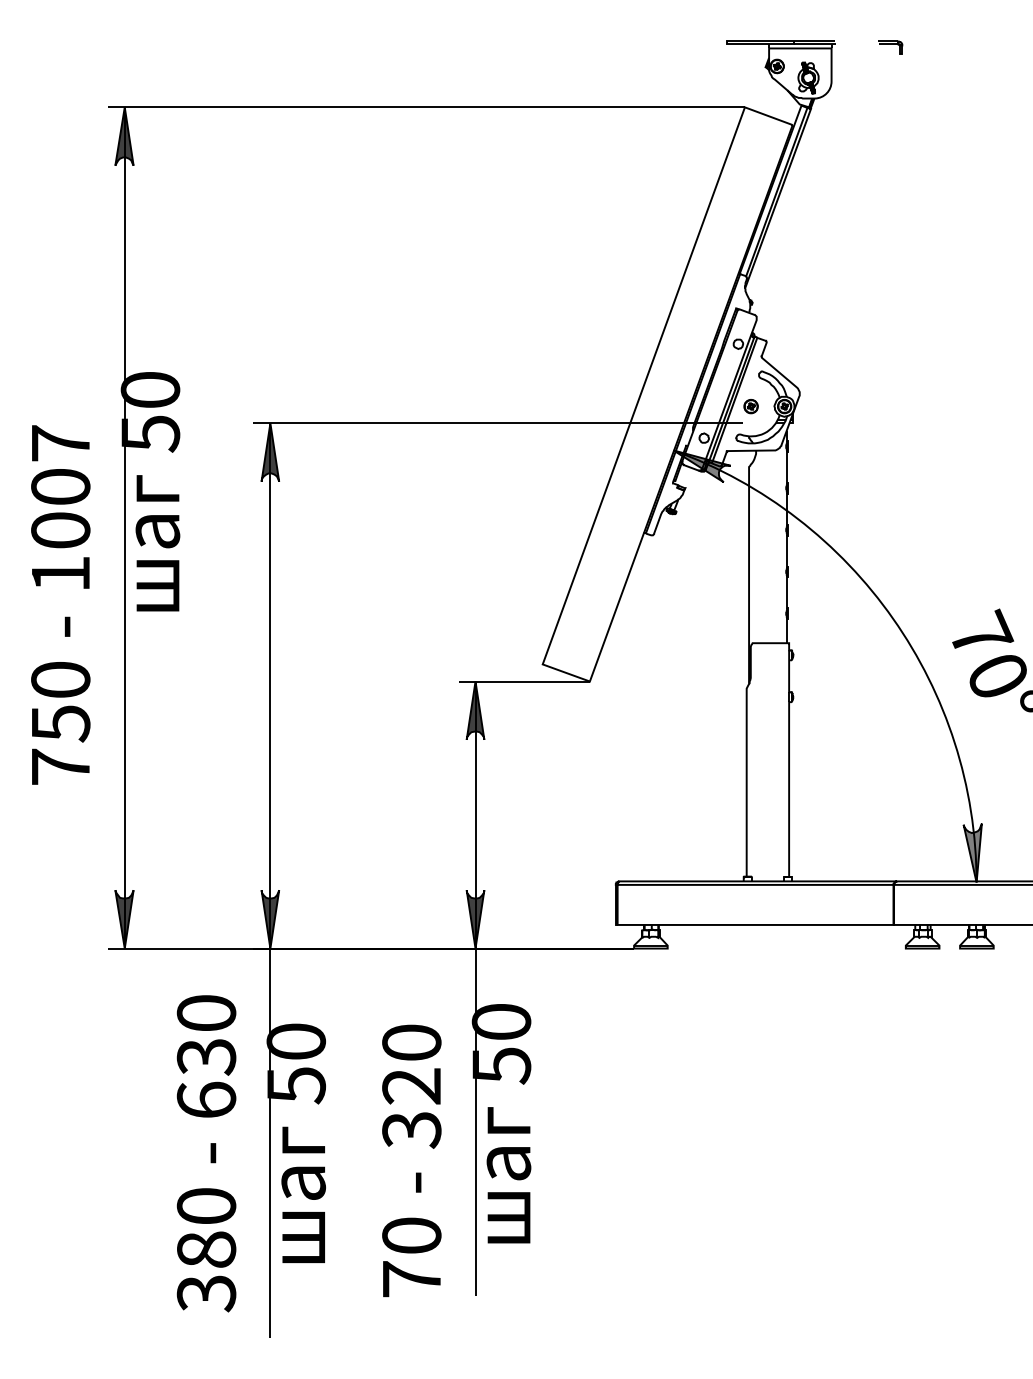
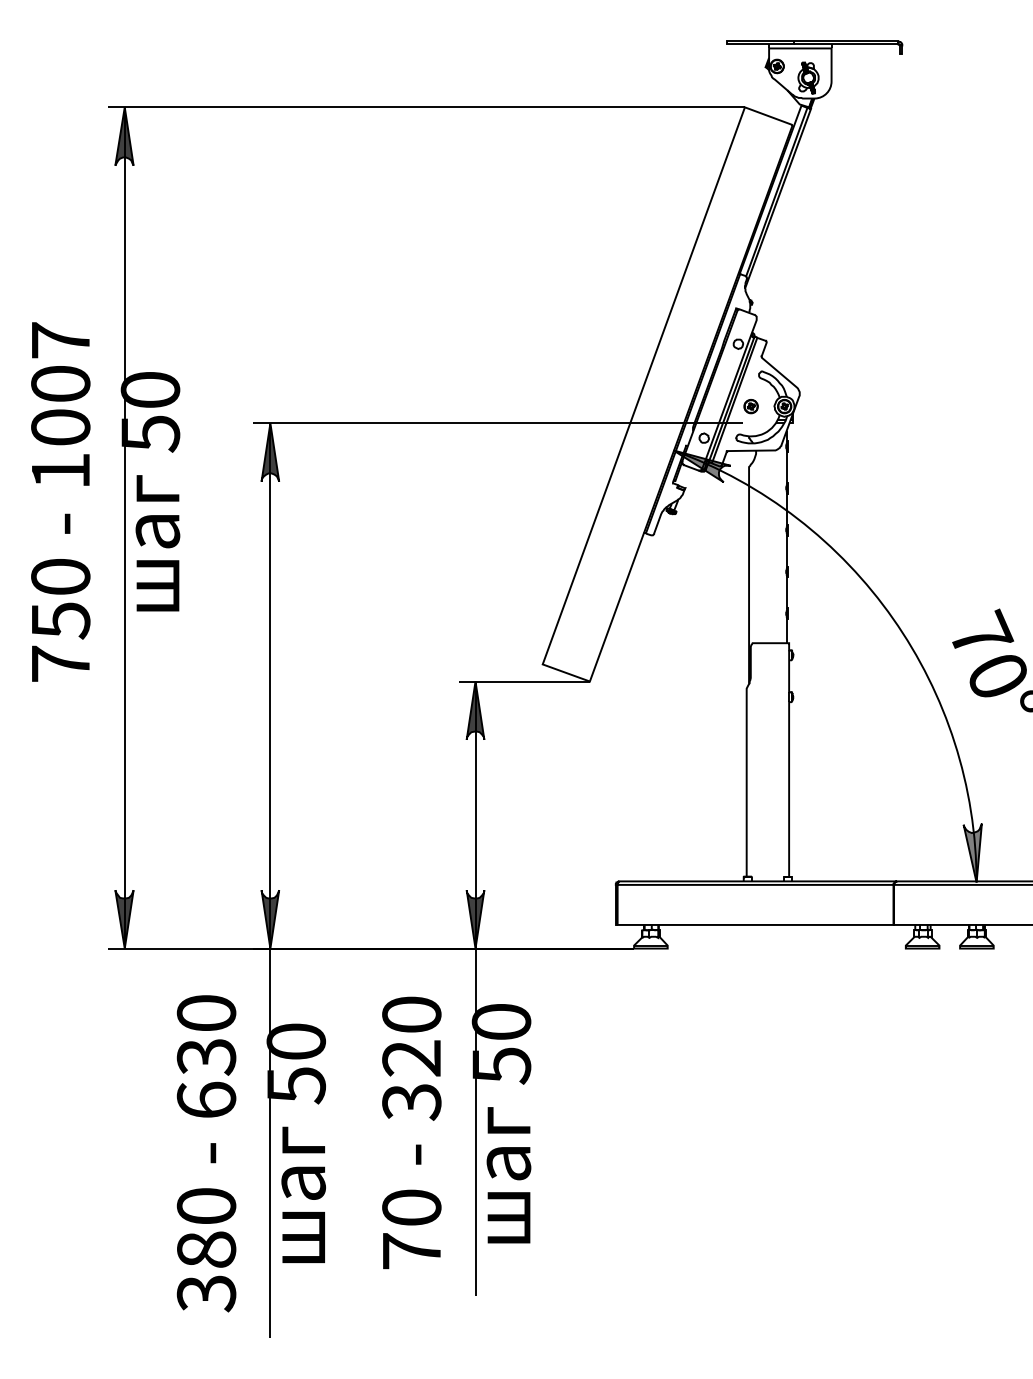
line at (898, 42): dashed -> solid
text at (60, 604) position: (60, 604) -> (60, 501)
text at (411, 1160) position: (411, 1160) -> (411, 1132)
